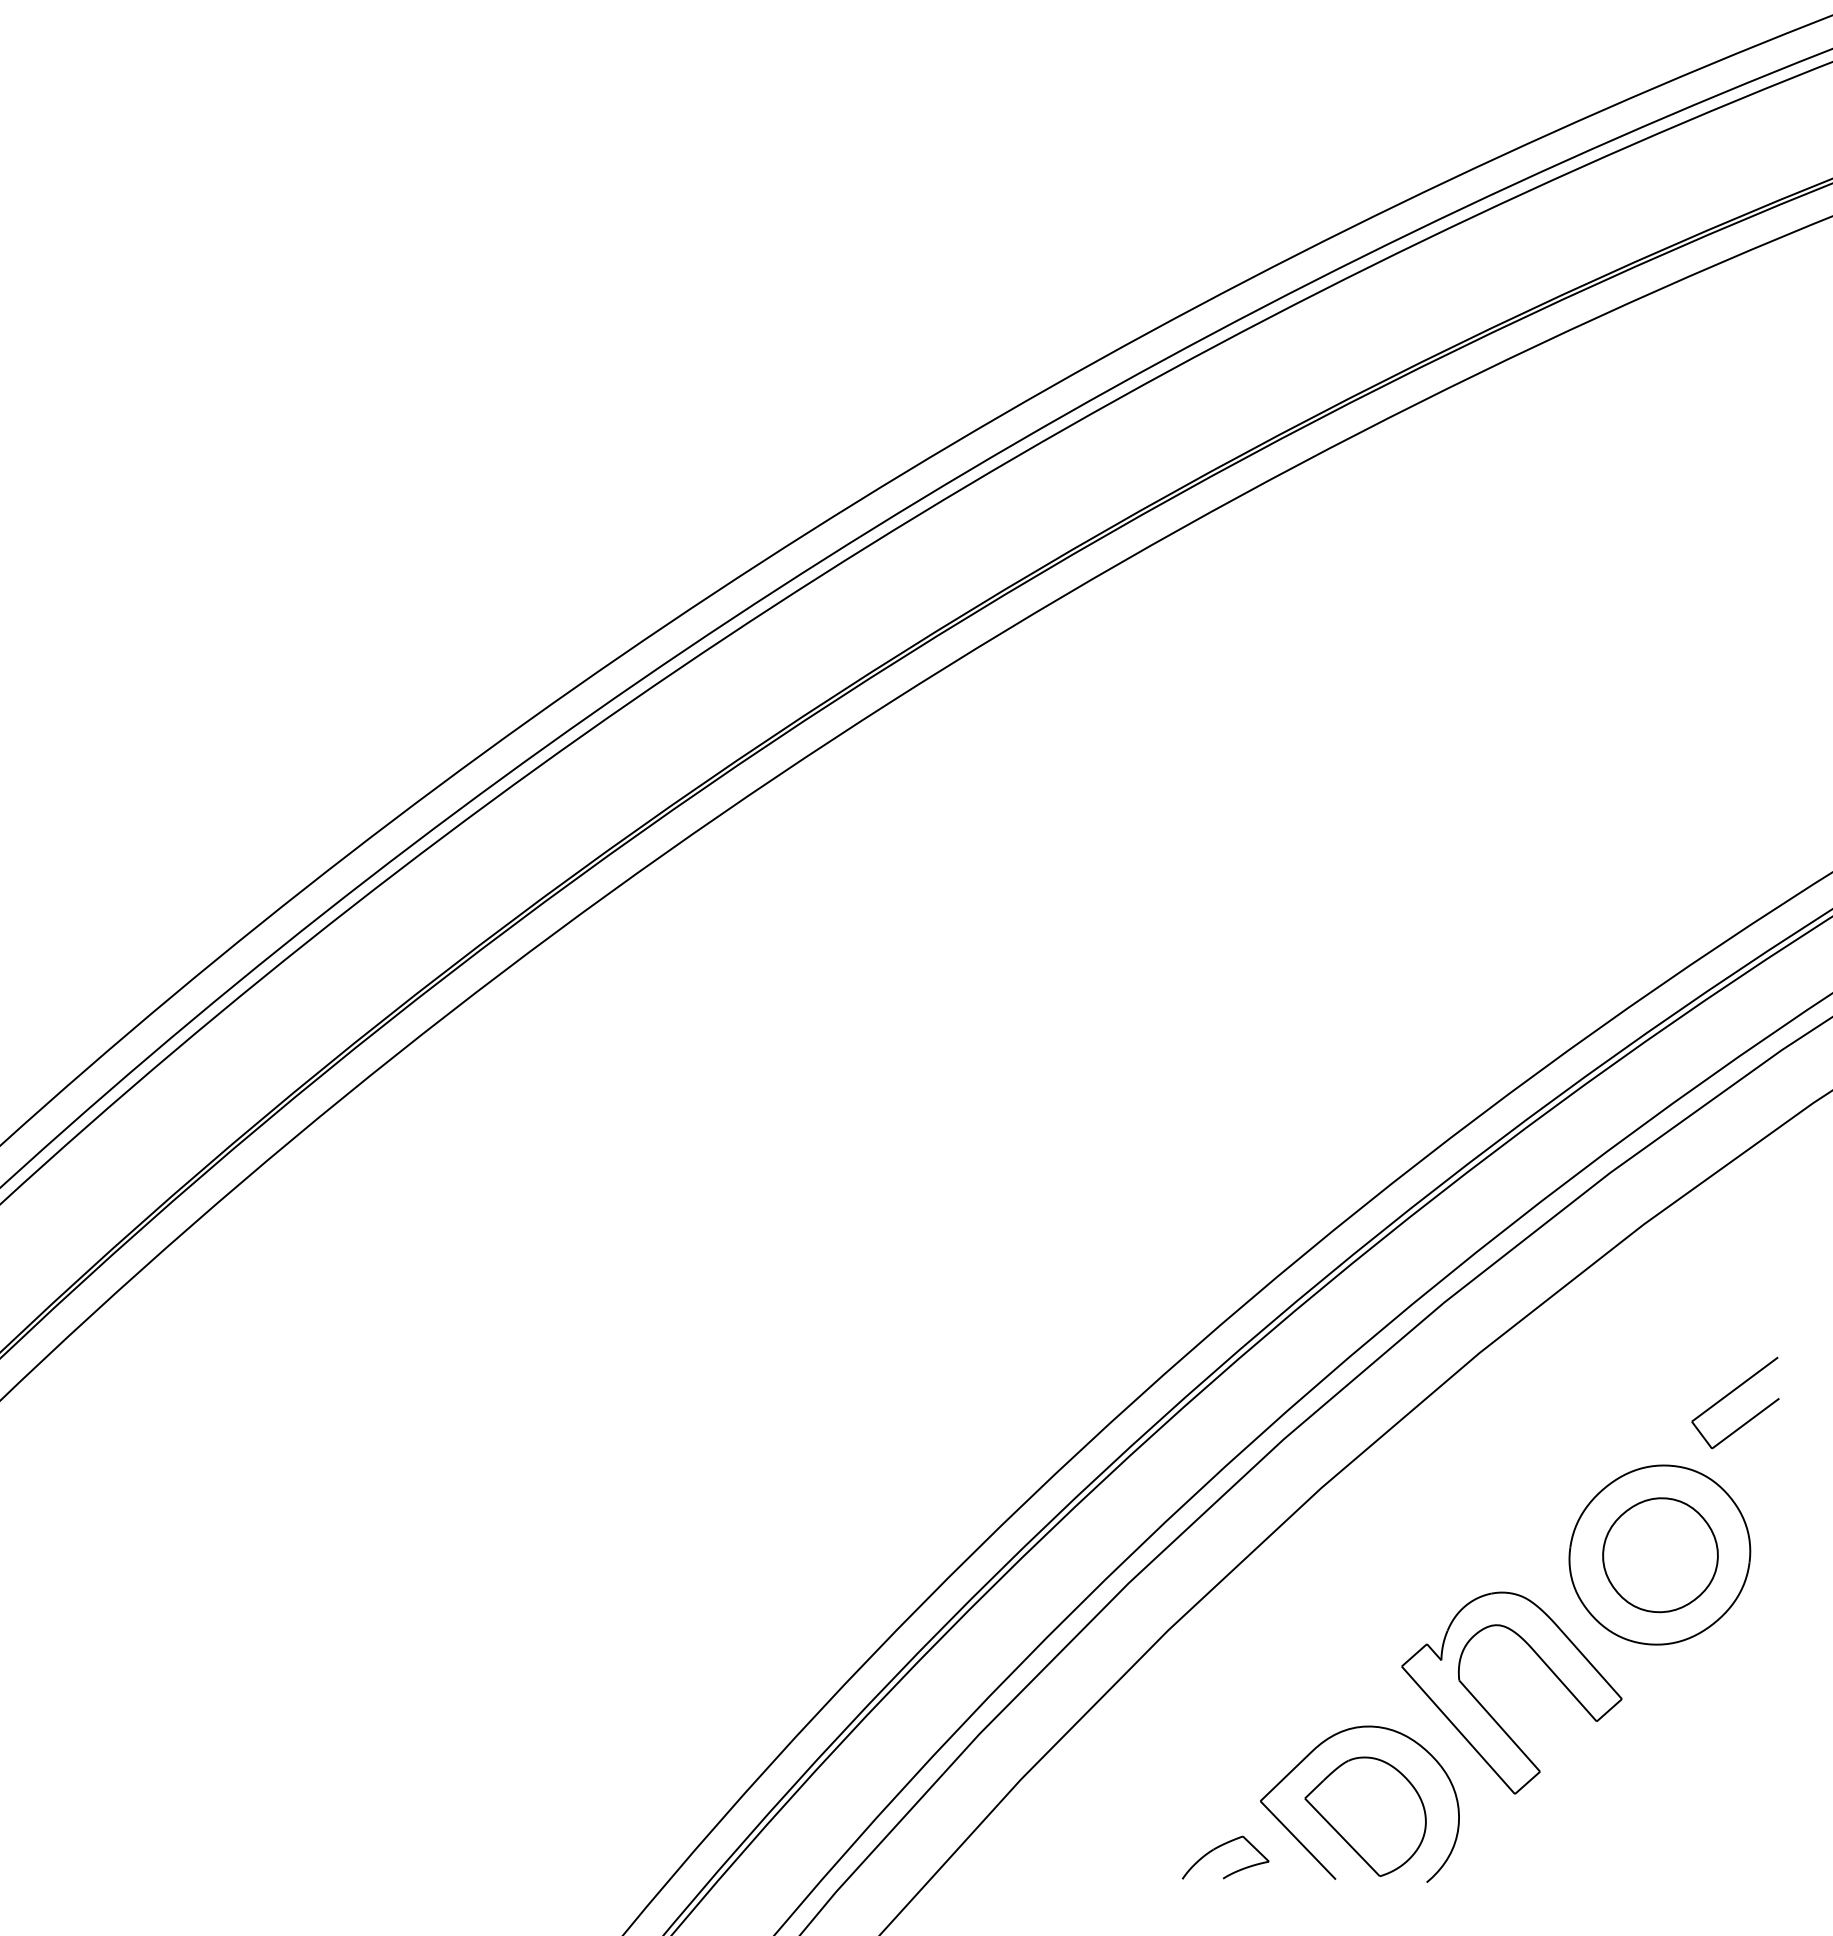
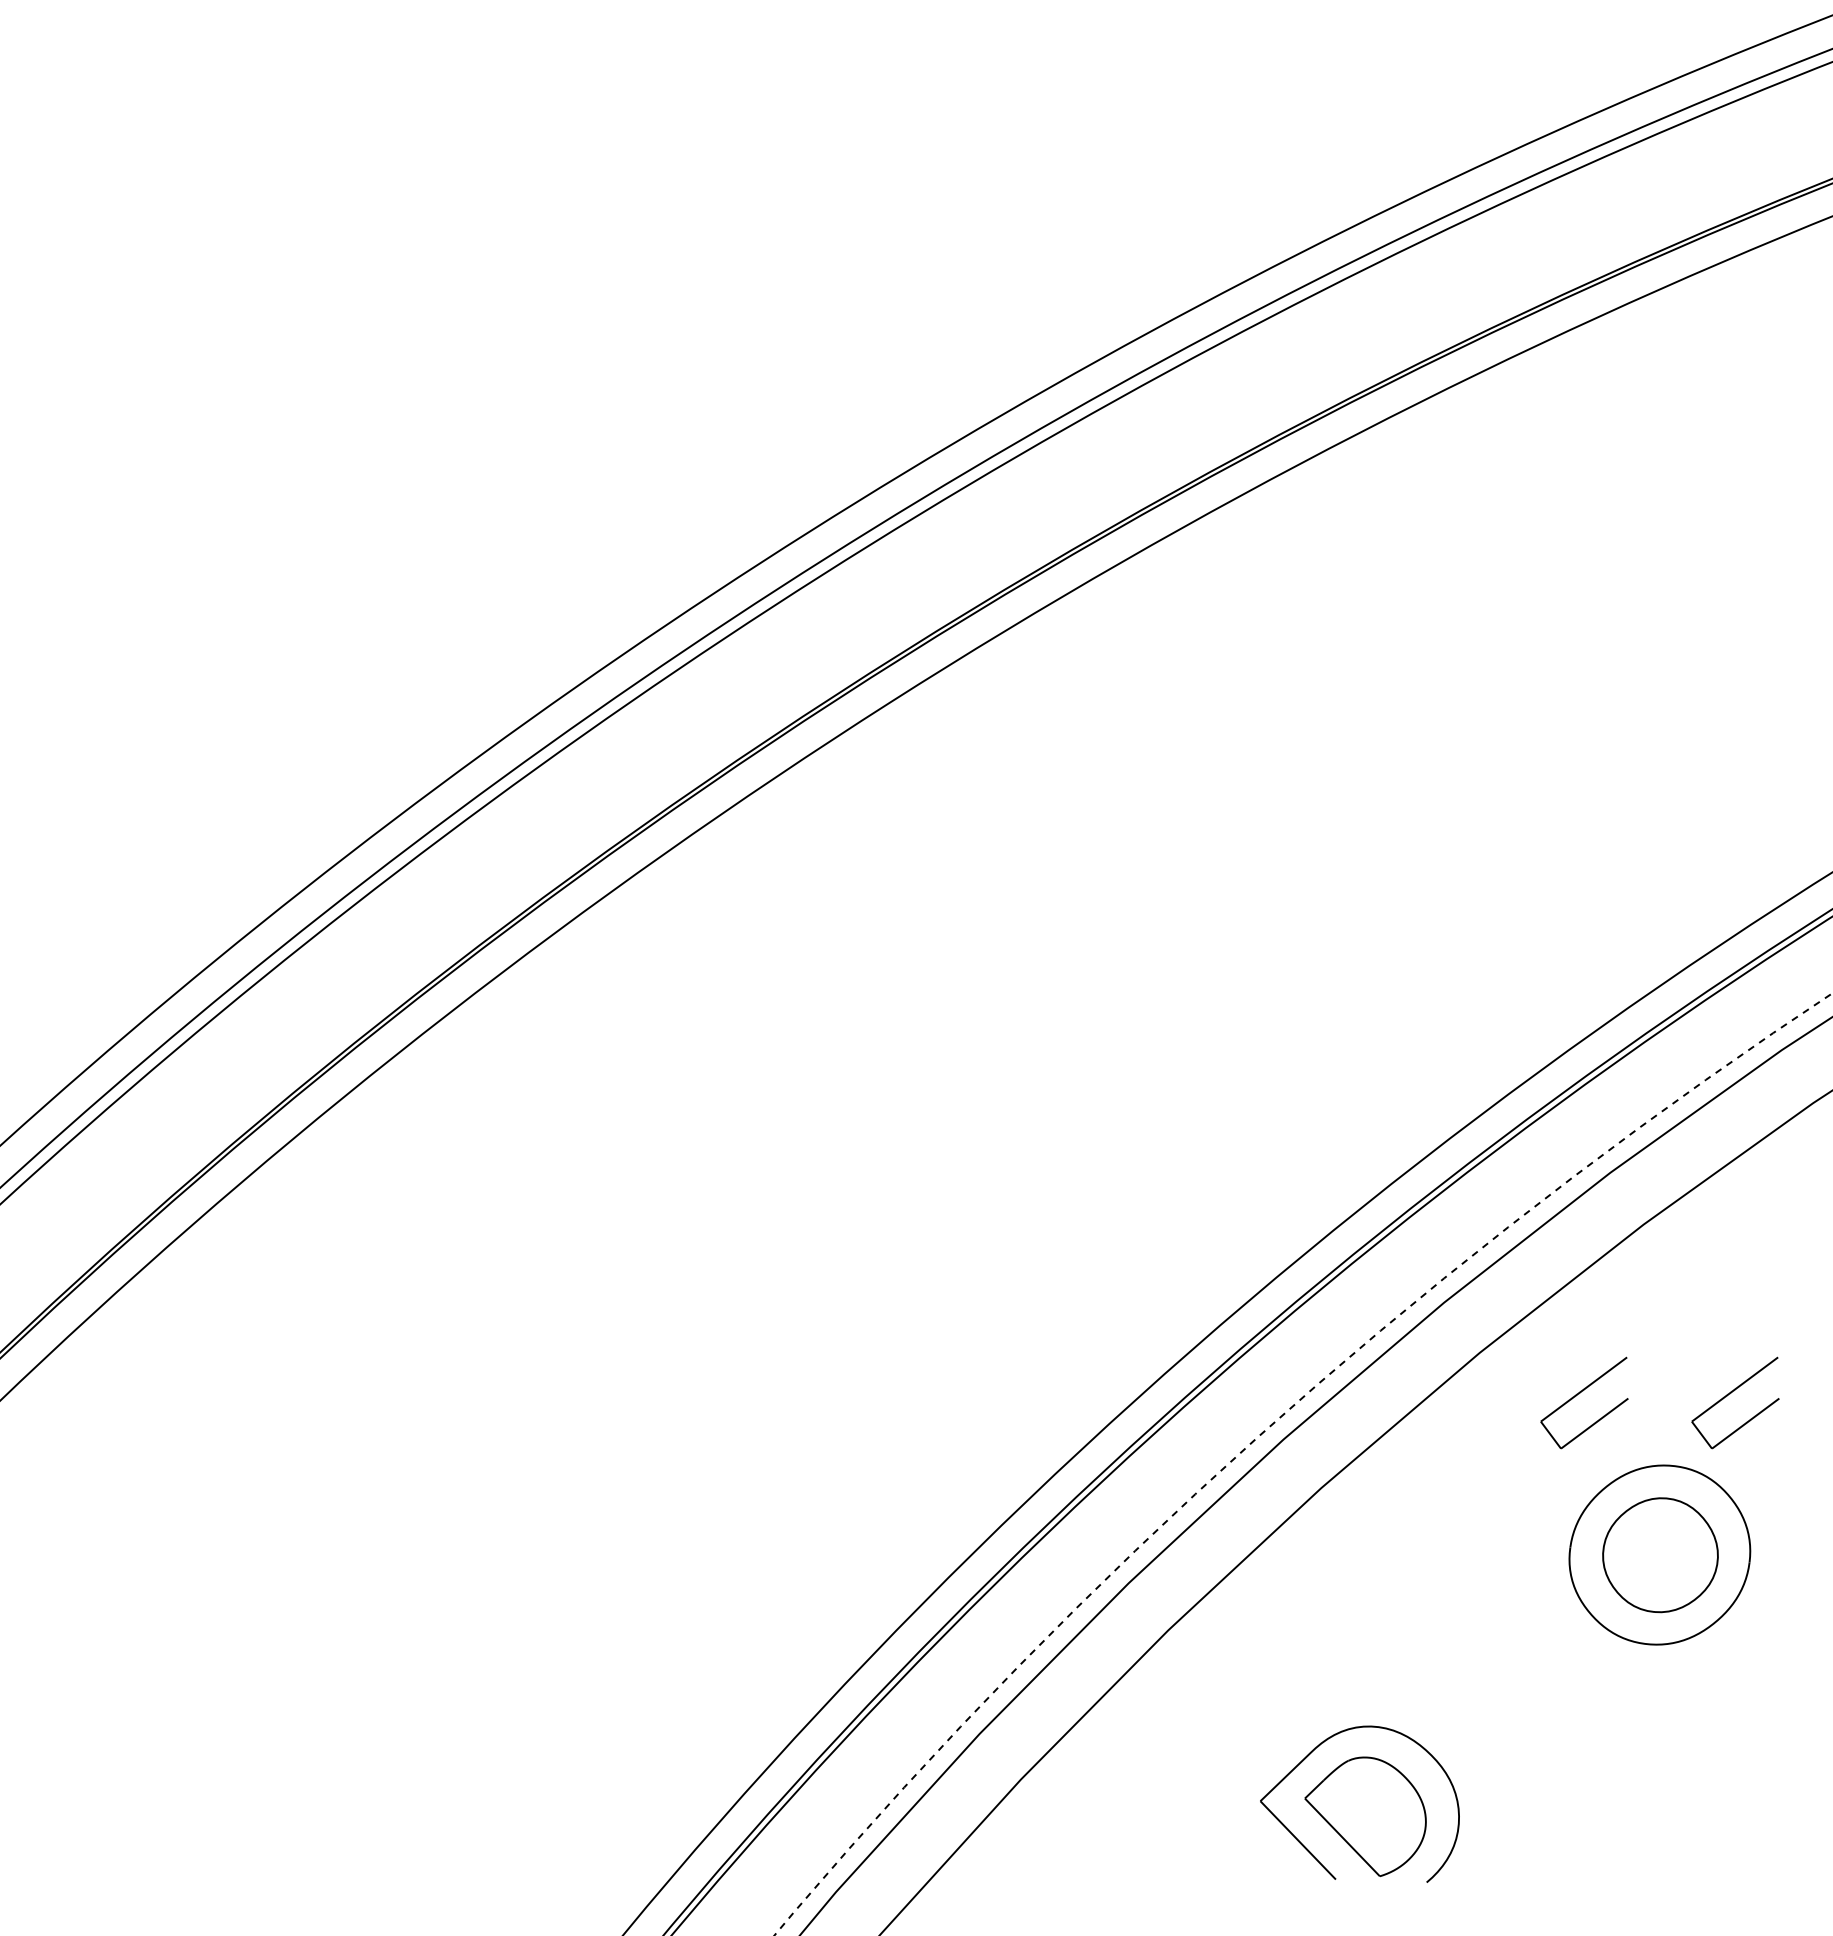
part at (1579, 1394): none -> present
arc at (1270, 1425): solid -> dashed
part at (1488, 1711): present -> none
part at (1219, 1847): present -> none
